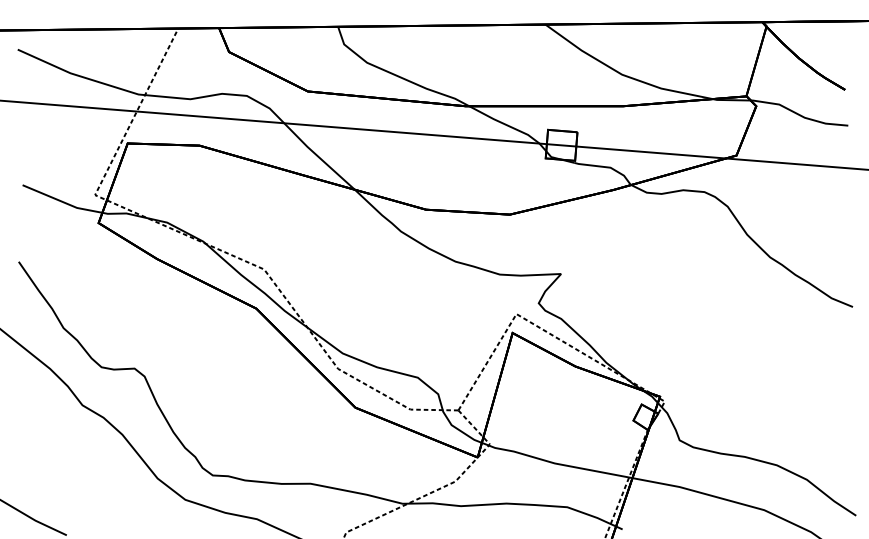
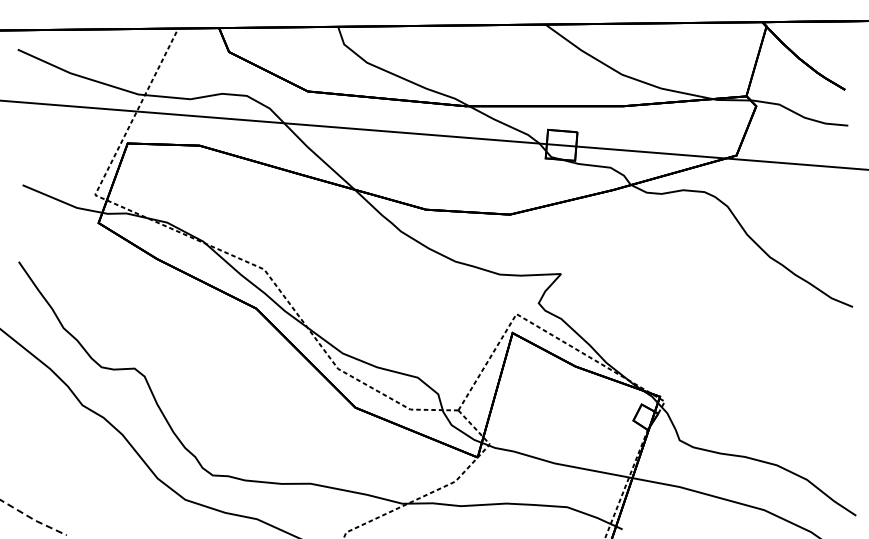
line at (33, 519): solid -> dashed
